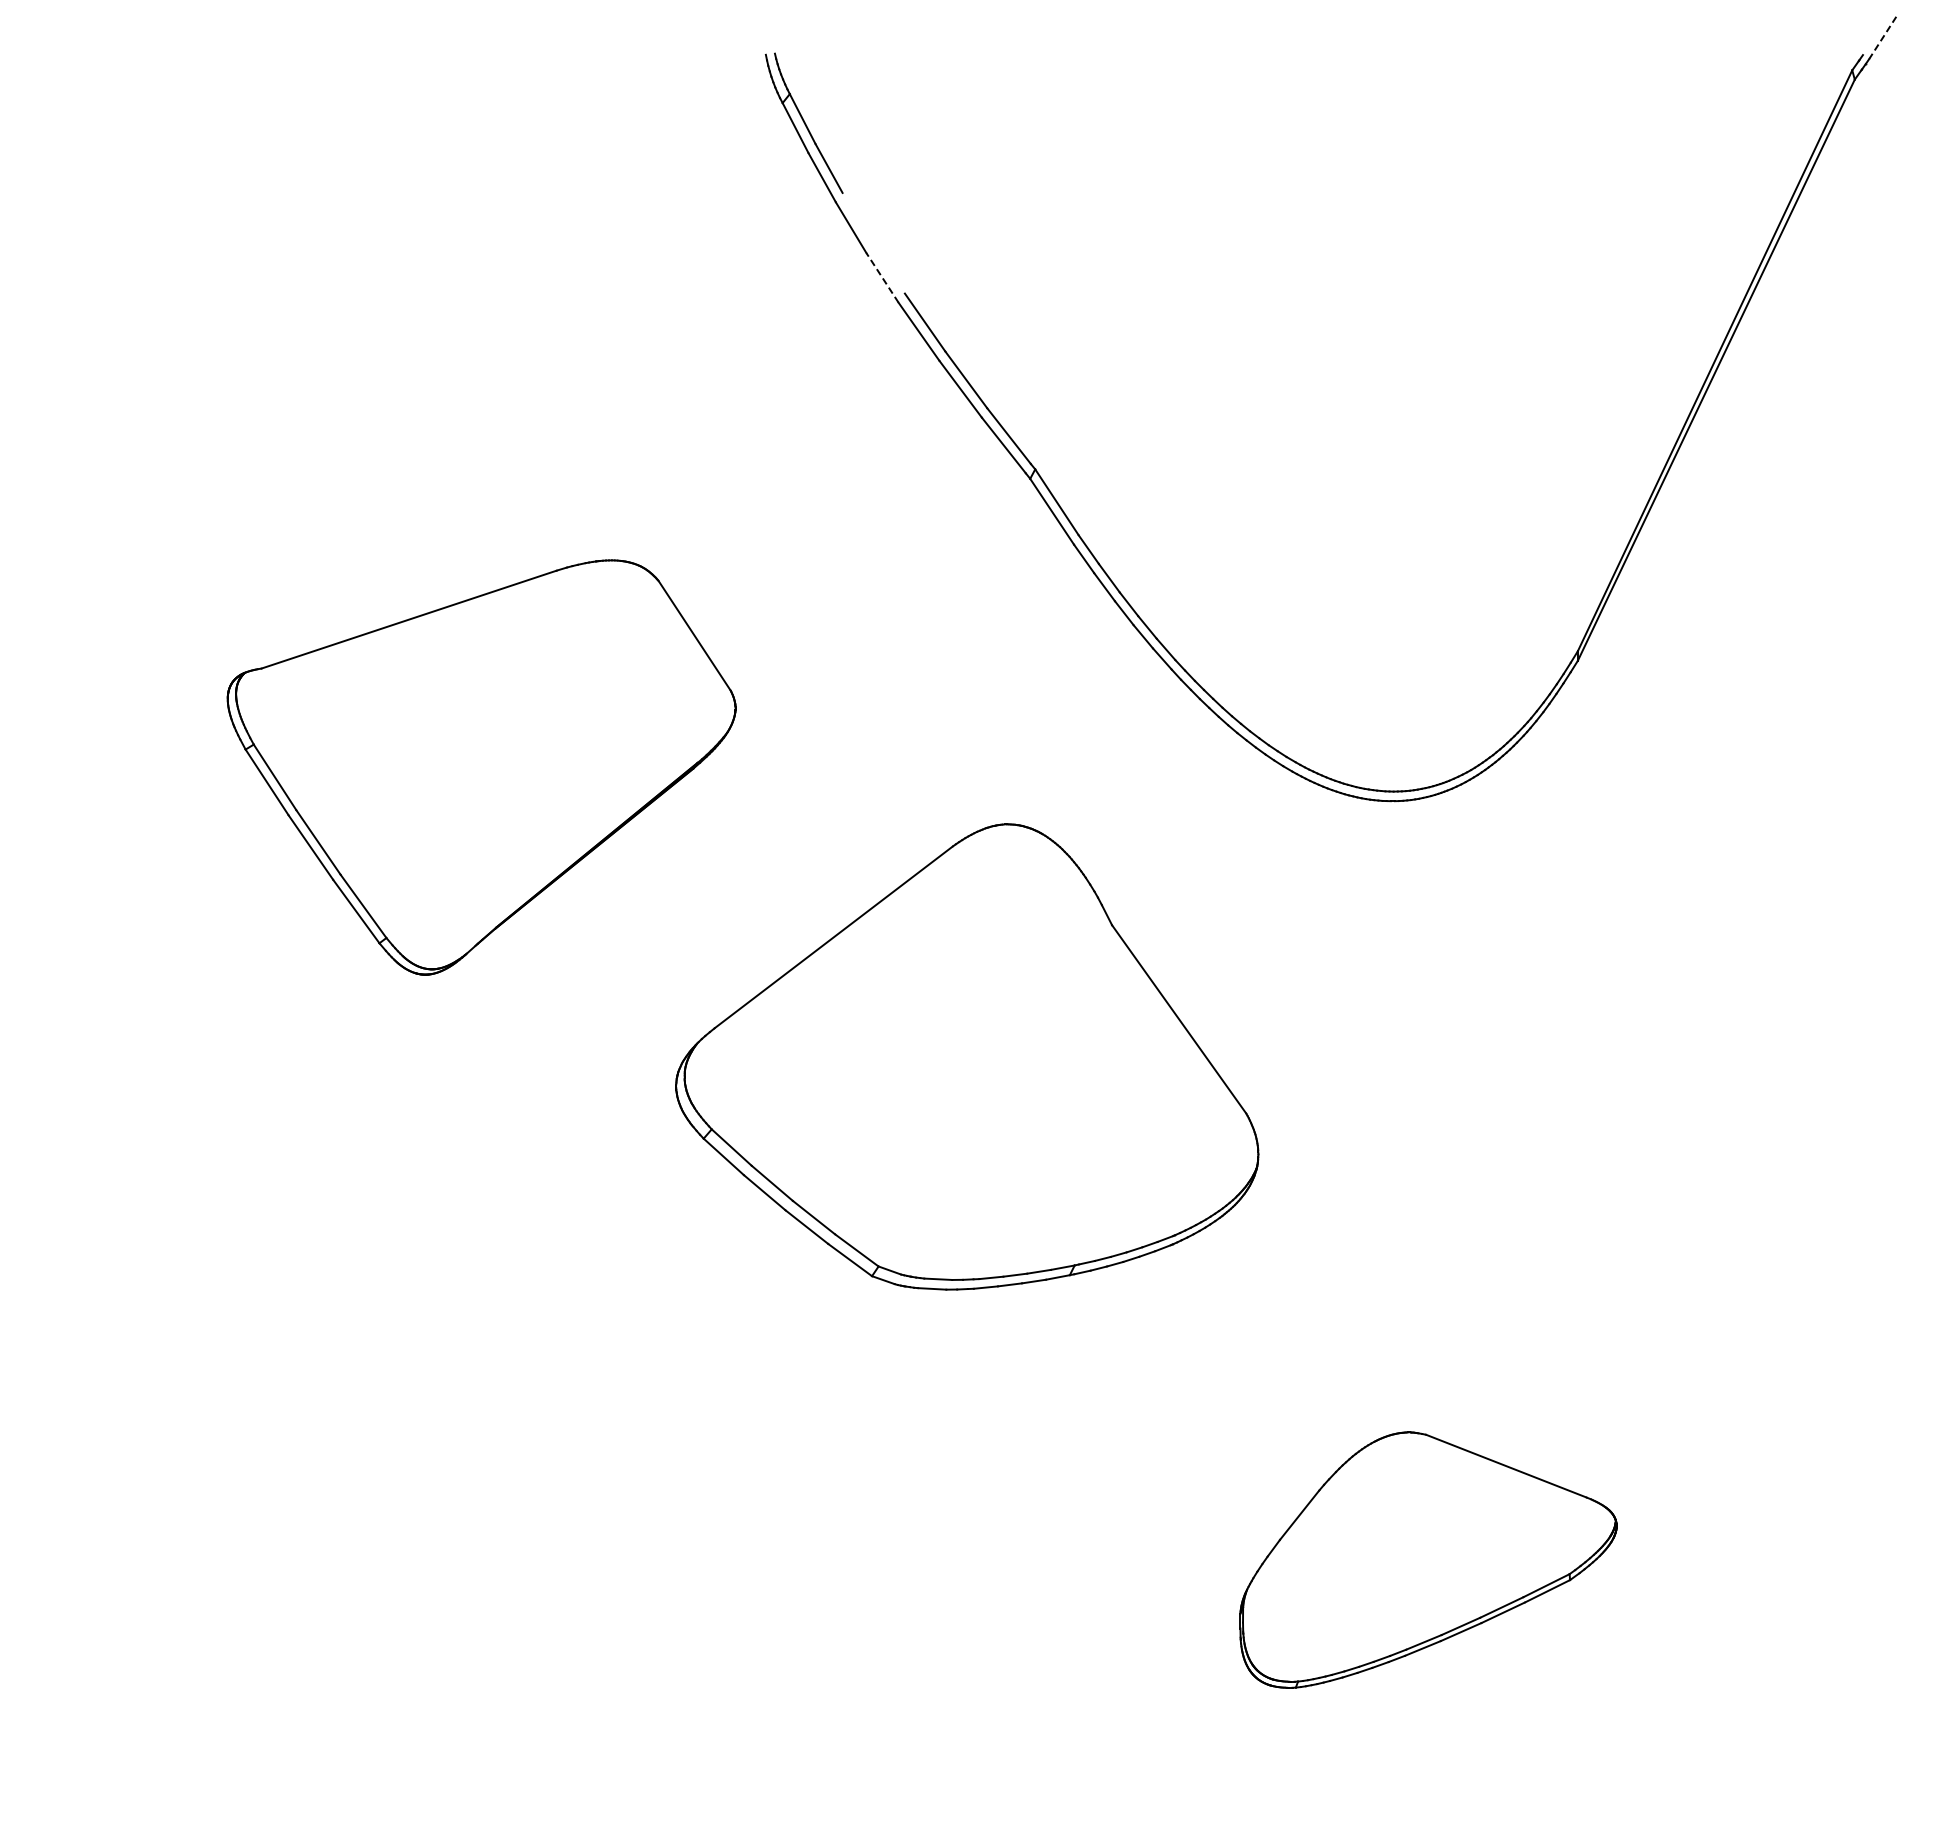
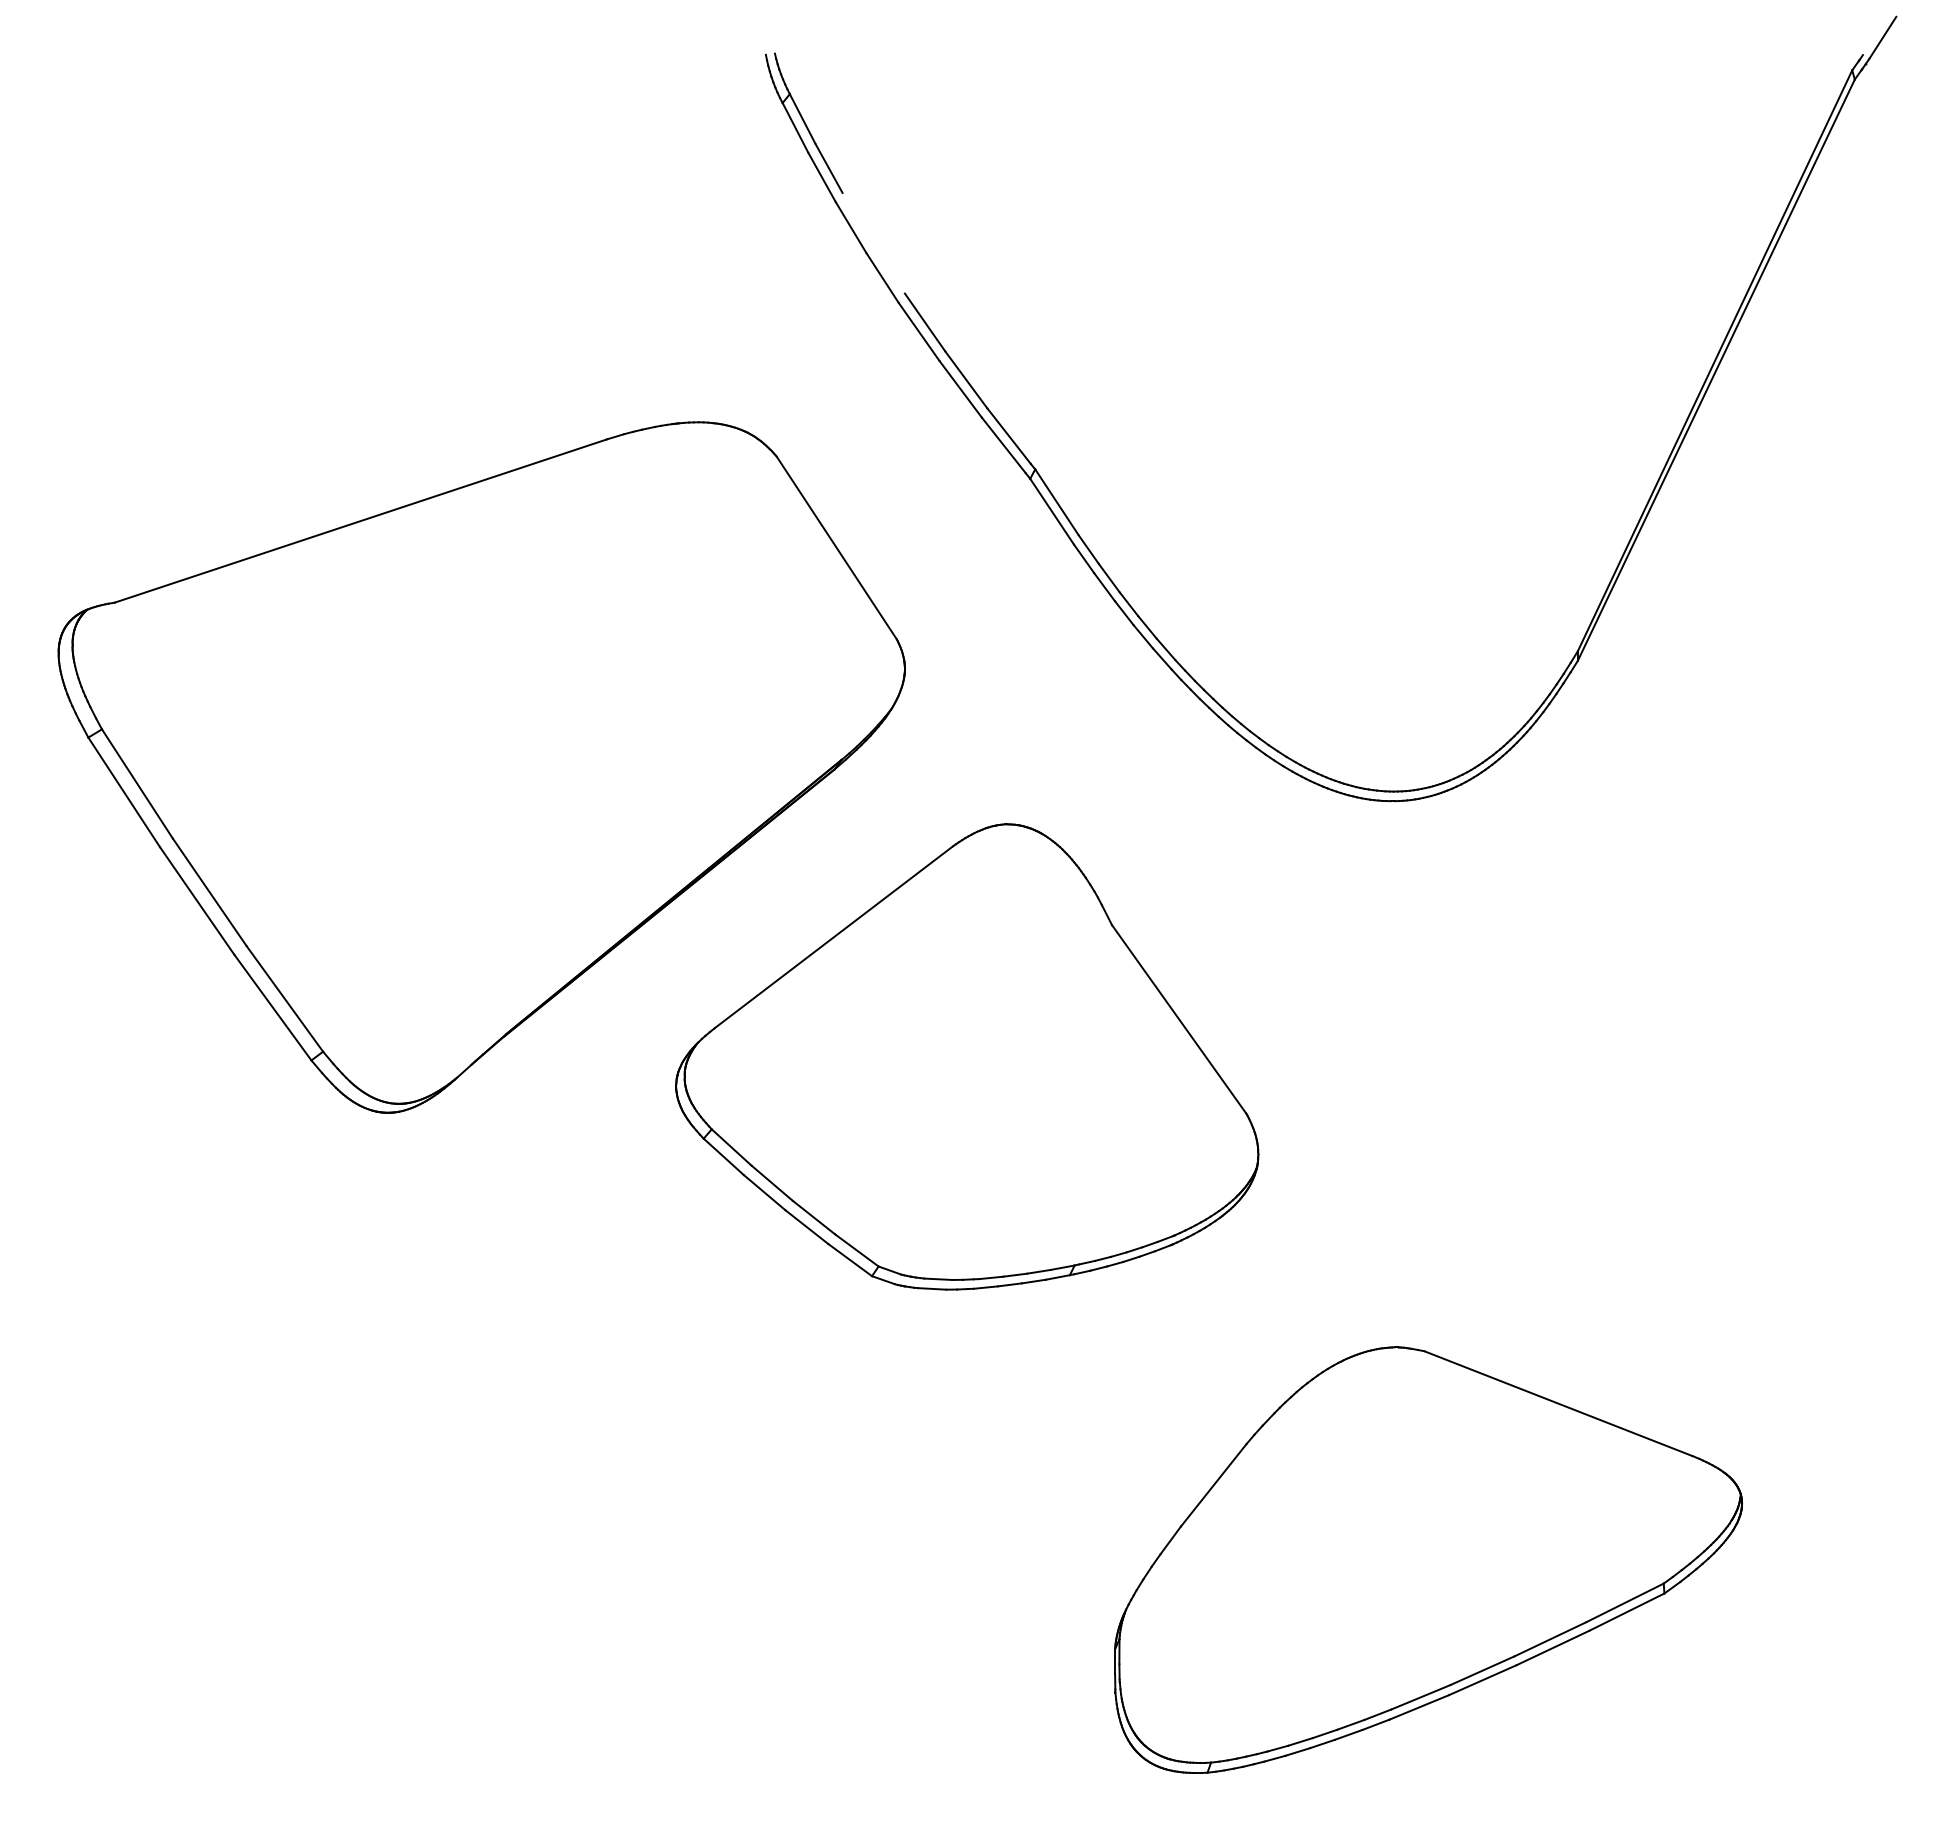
line at (1882, 38): dashed -> solid
line at (882, 277): dashed -> solid
part at (481, 767) size: 511x417 px -> 849x693 px
part at (1428, 1559) size: 379x258 px -> 629x428 px
